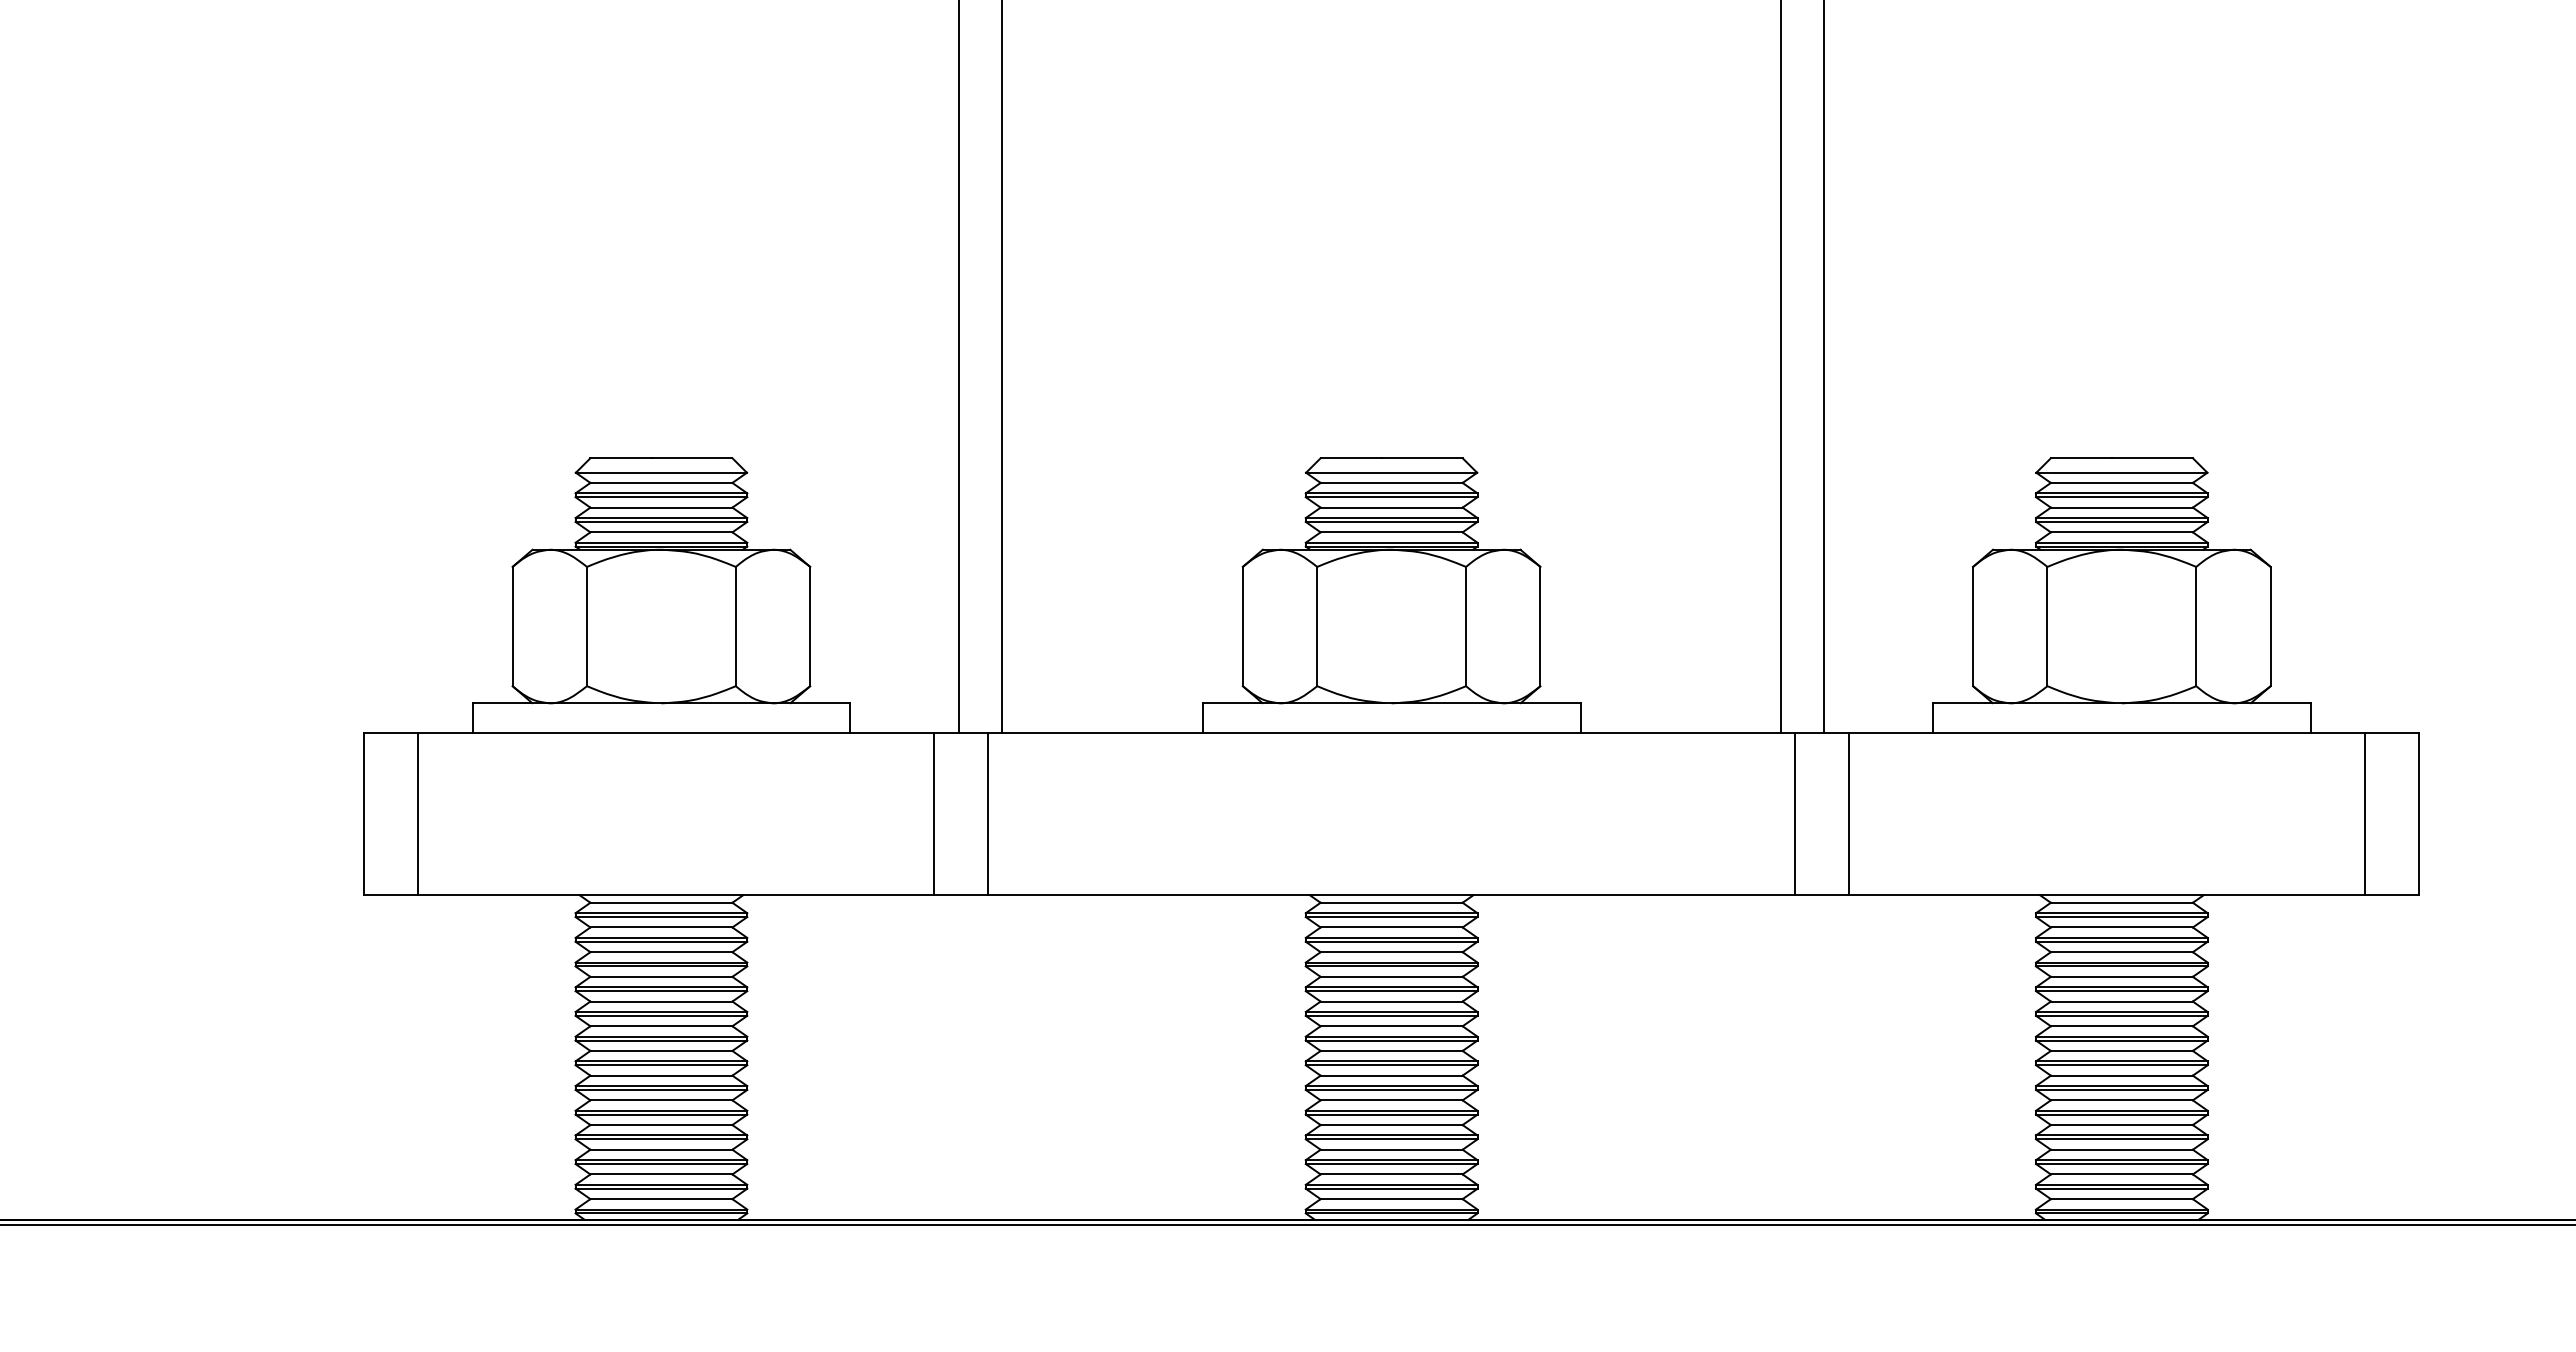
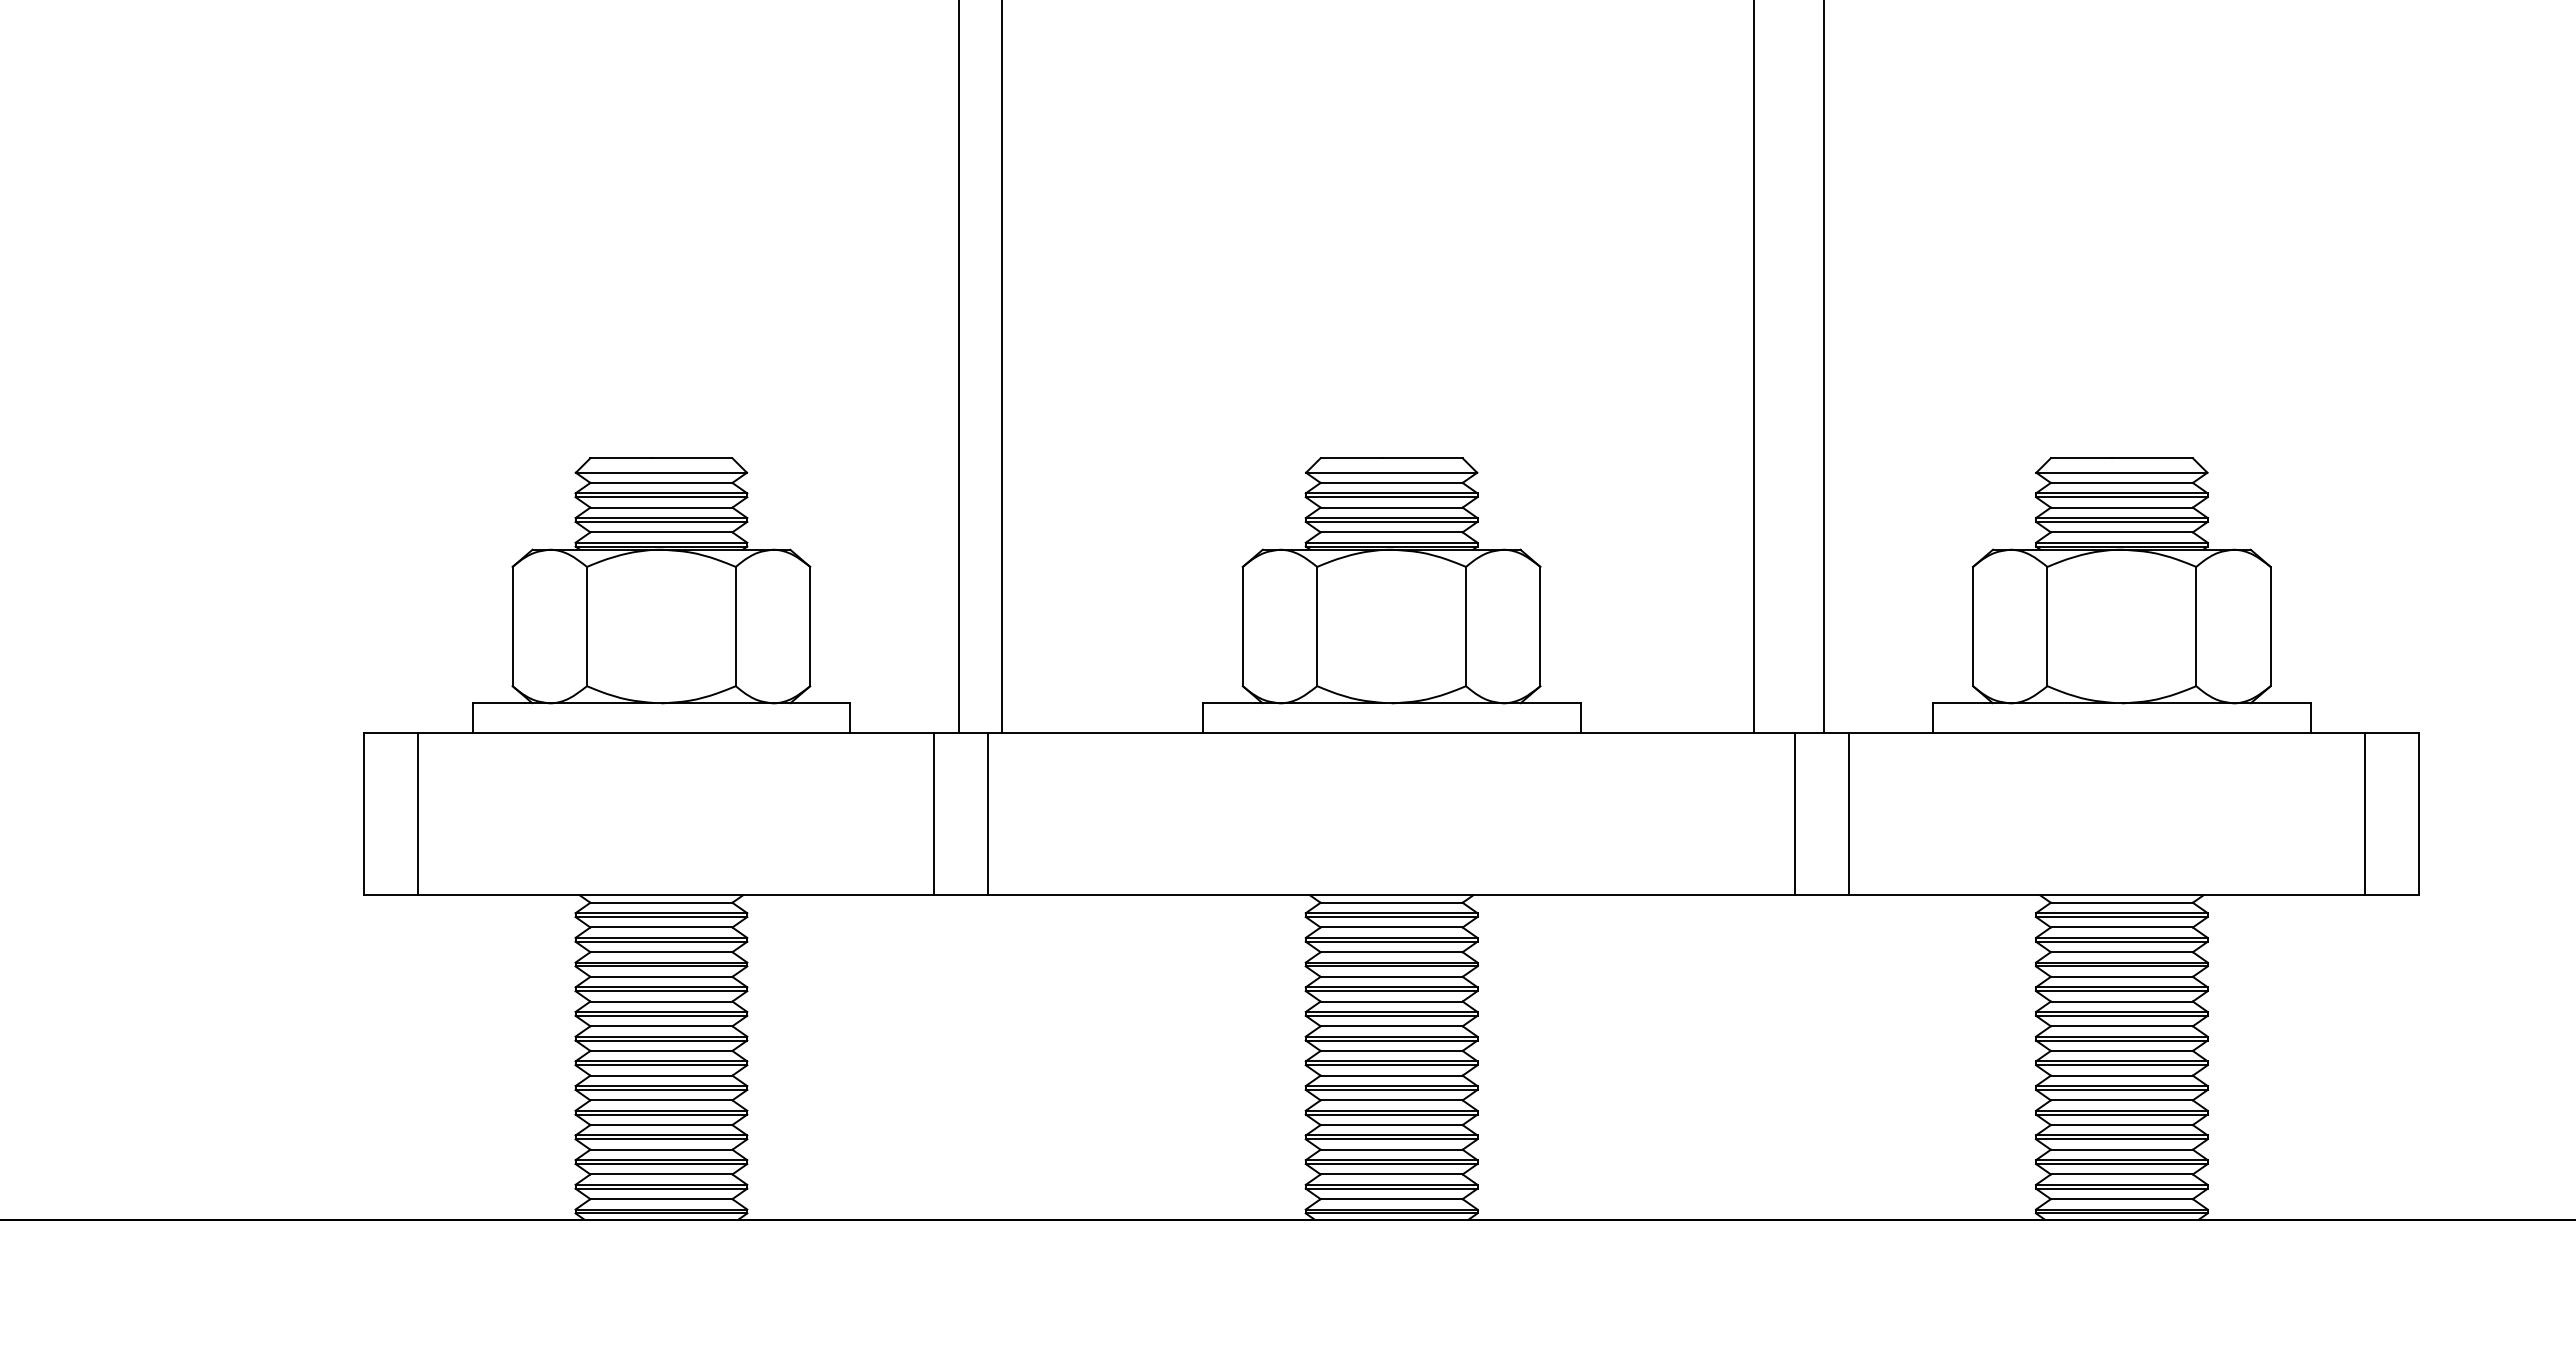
line at (1781, 367) position: (1781, 367) -> (1754, 367)
line at (1287, 1225): present -> none
